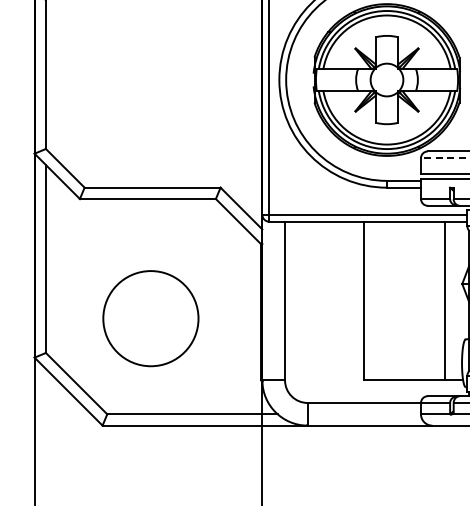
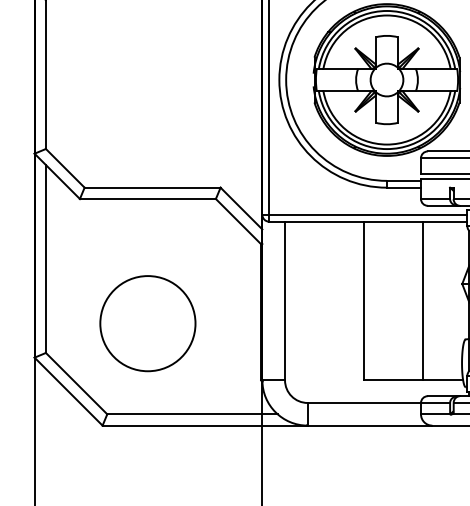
line at (444, 158): dashed -> solid
line at (445, 300) position: (445, 300) -> (423, 300)
circle at (150, 318) position: (150, 318) -> (147, 323)
